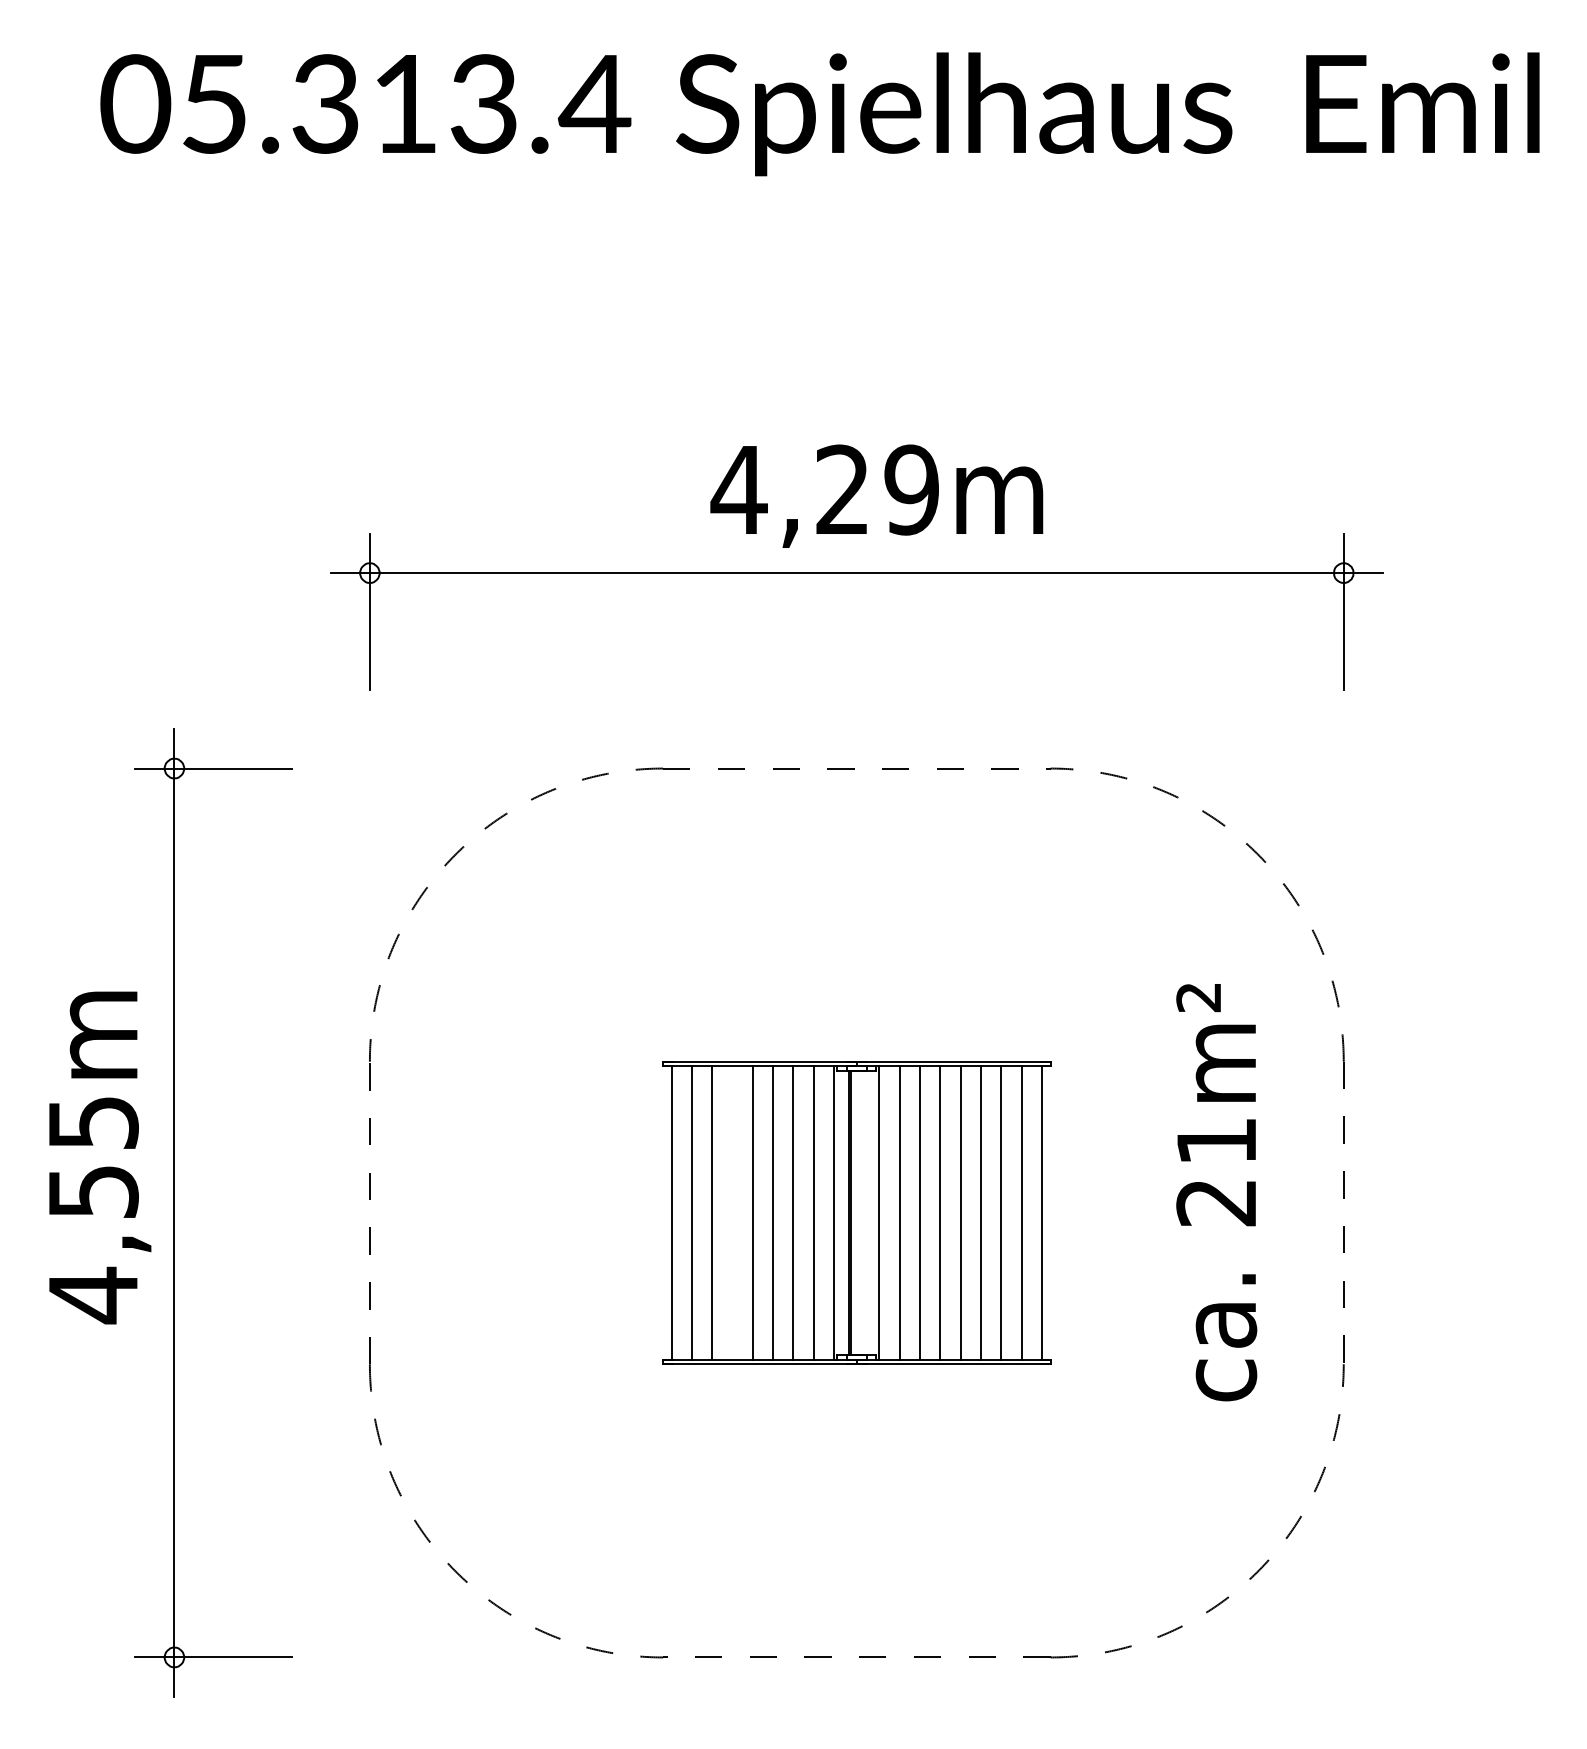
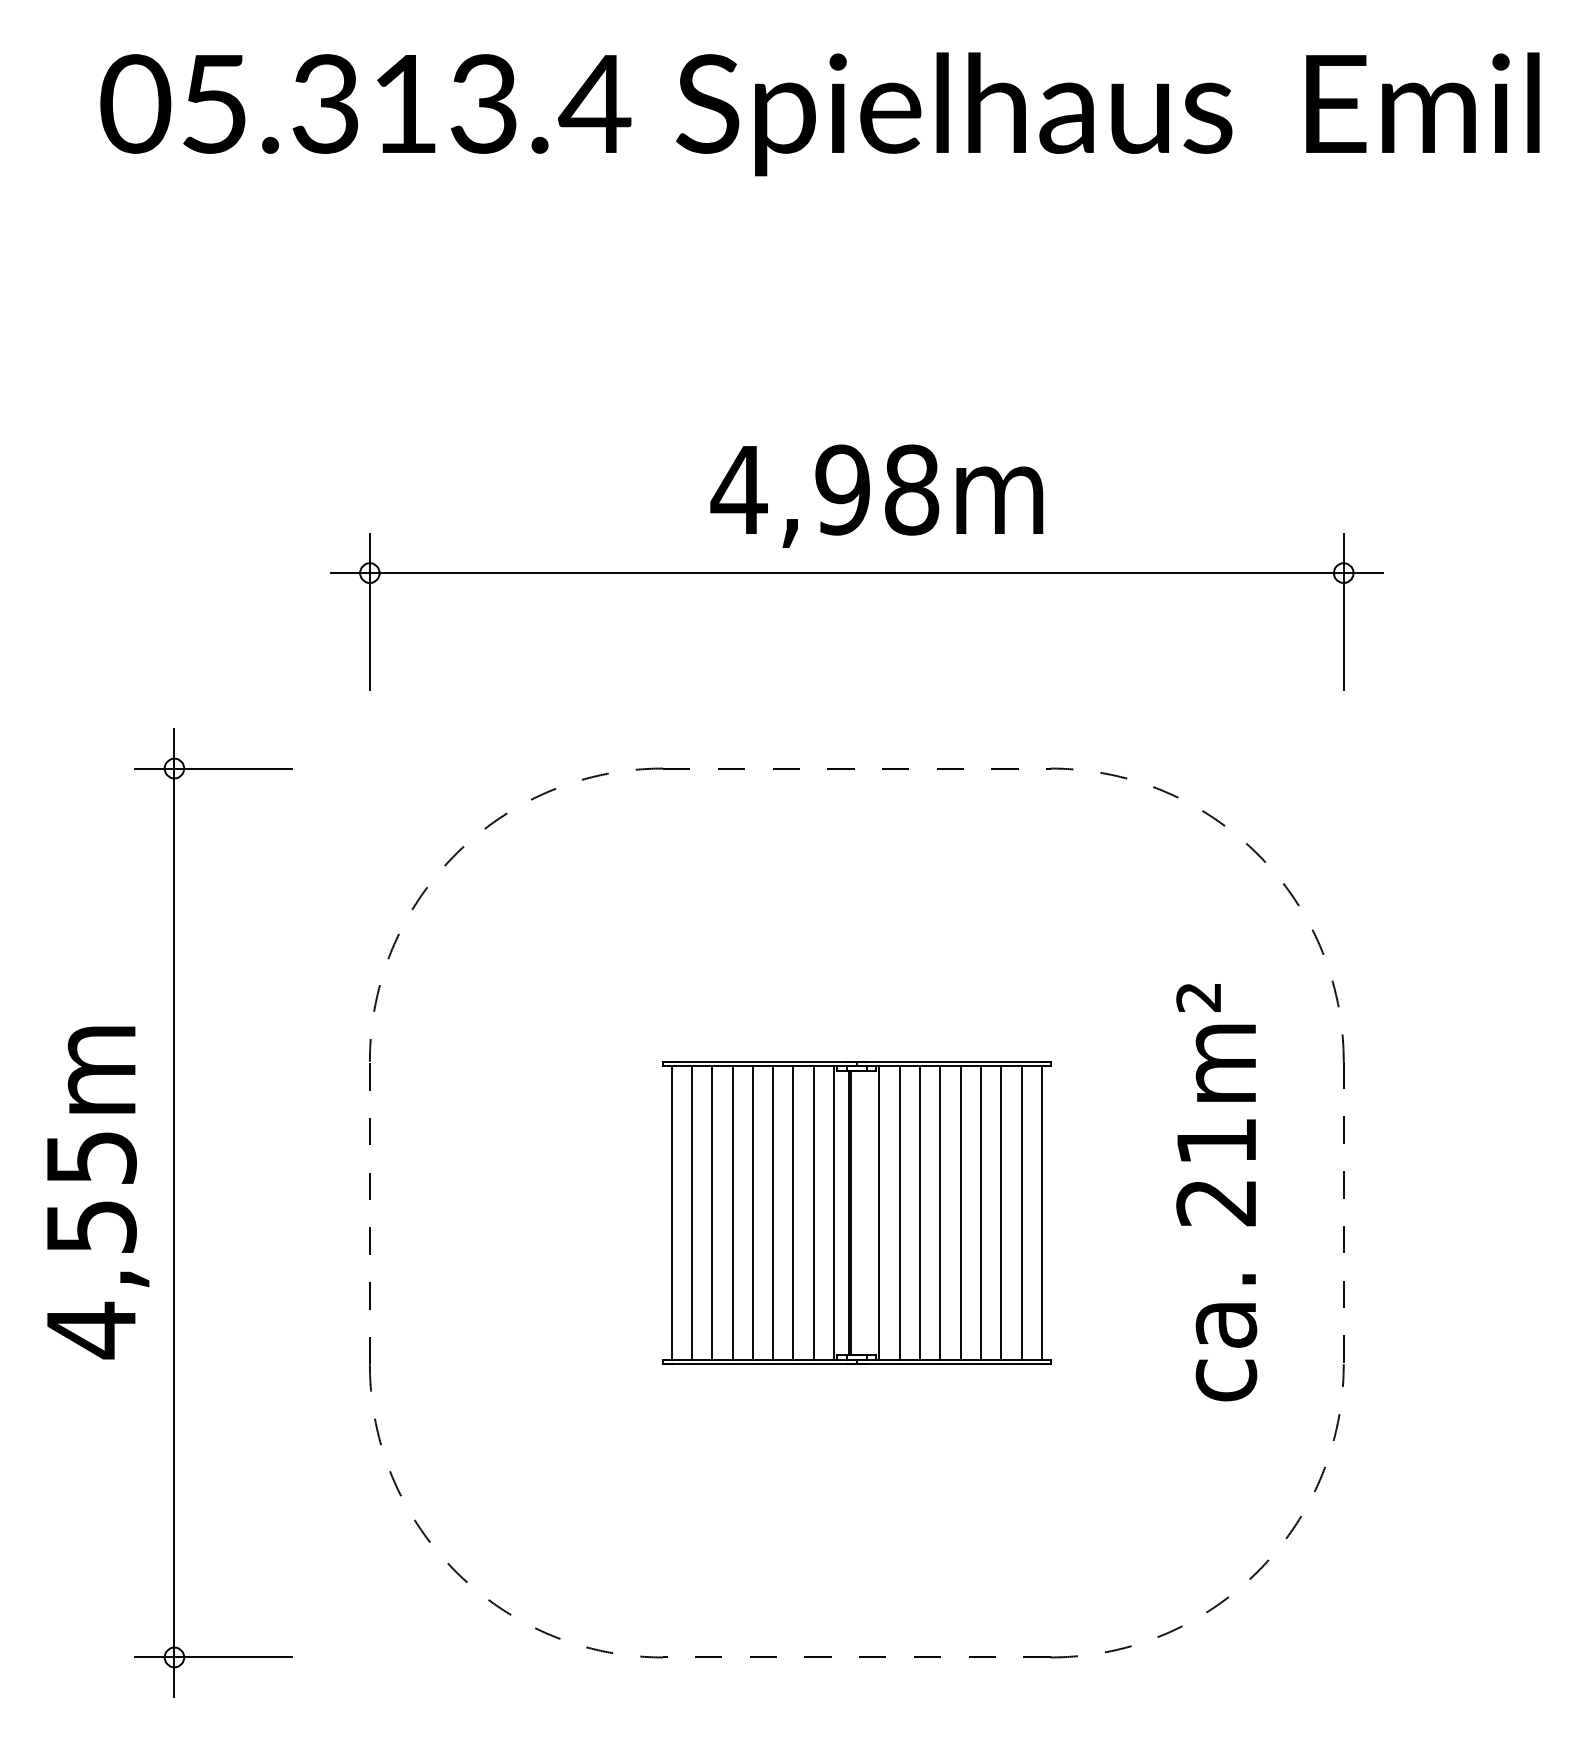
text at (877, 489): 4,29m -> 4,98m
text at (100, 1157) position: (100, 1157) -> (98, 1192)
line at (732, 1212): none -> present
